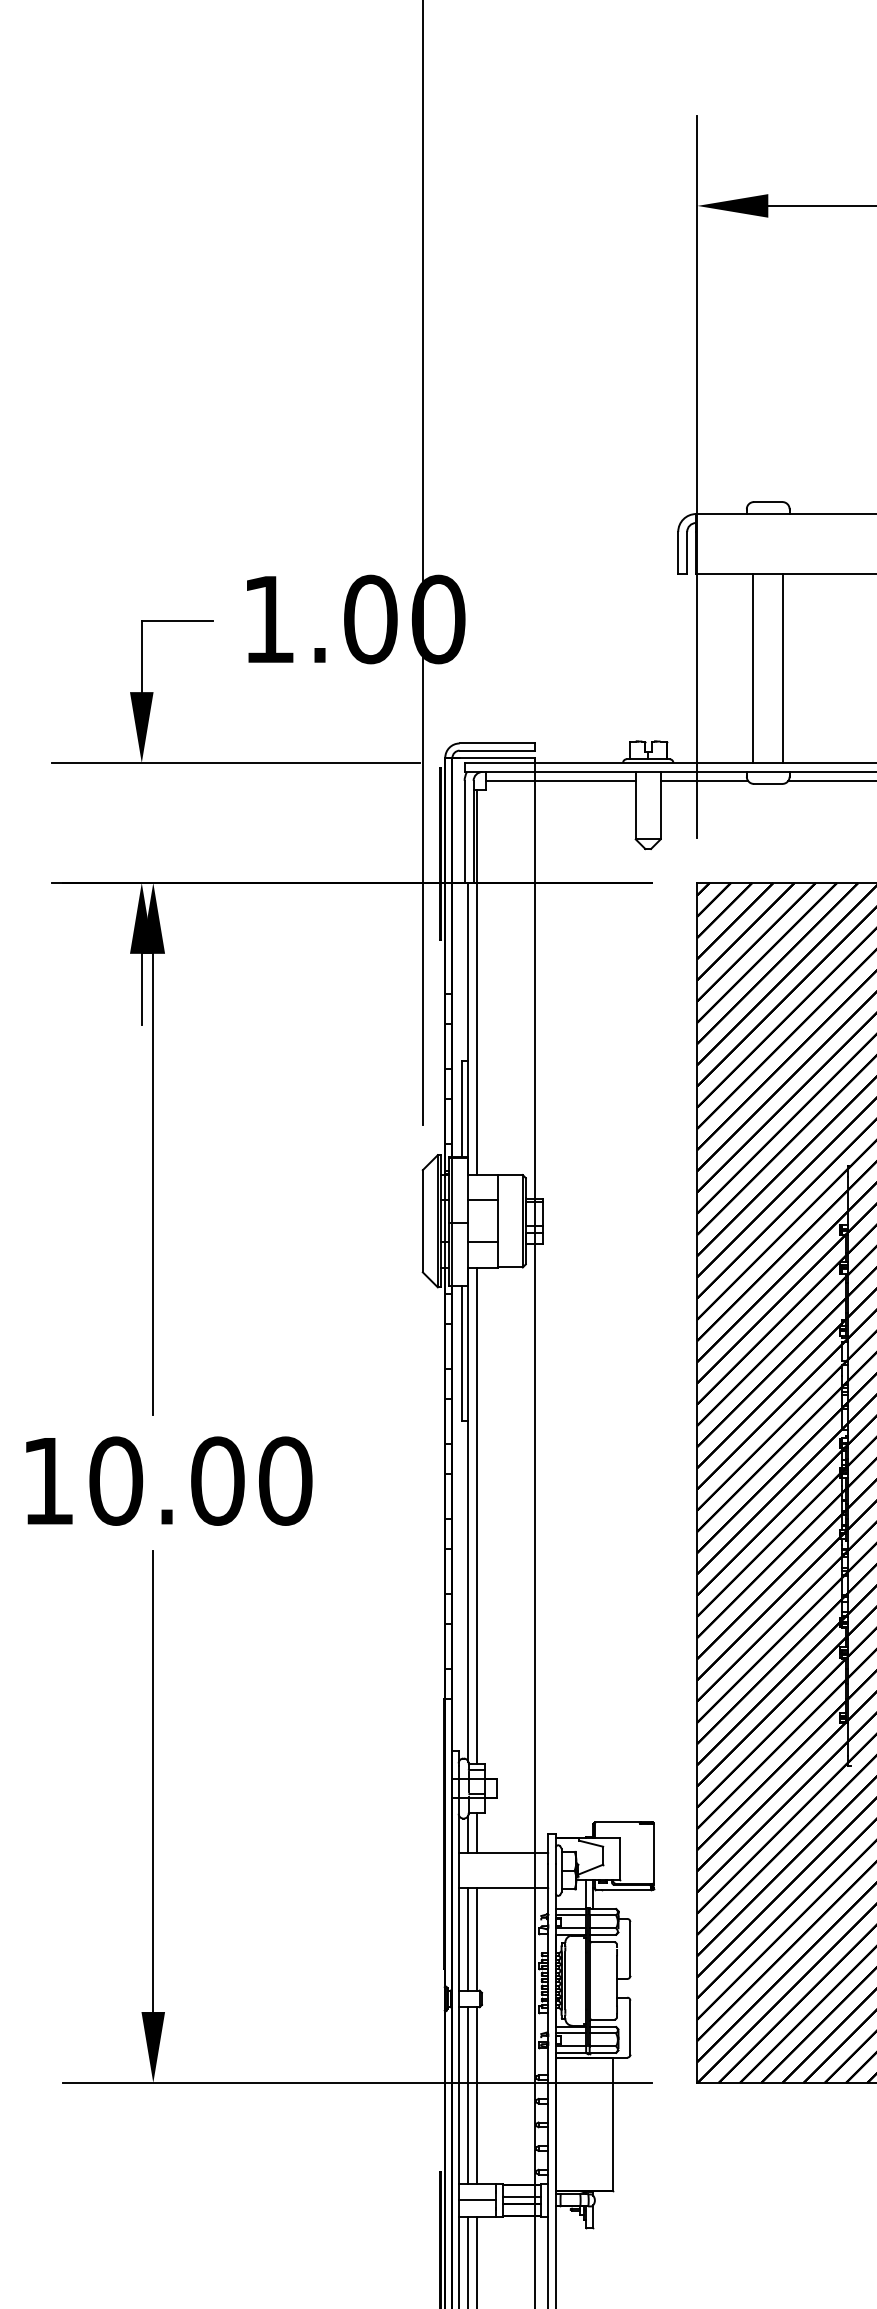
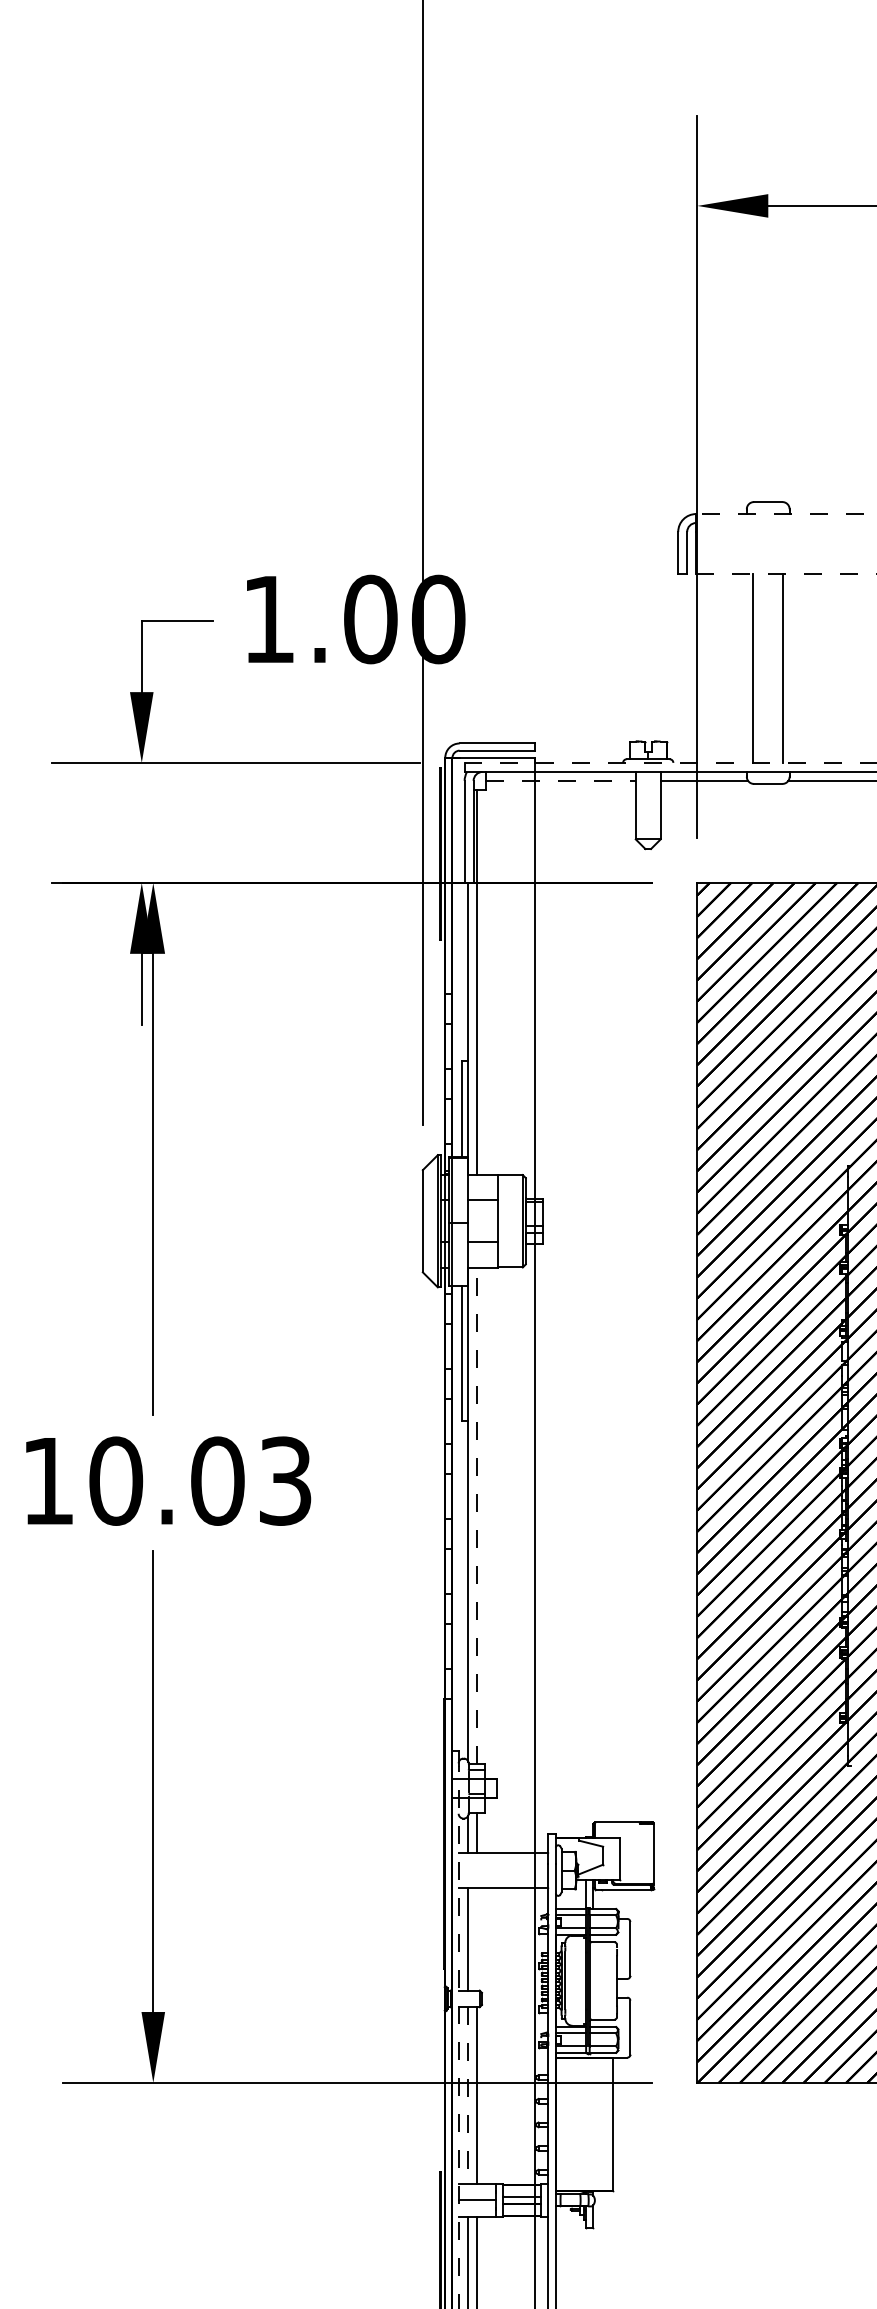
line at (786, 514): solid -> dashed
line at (787, 574): solid -> dashed
line at (670, 763): solid -> dashed
line at (561, 780): solid -> dashed
text at (285, 1480): 10.00 -> 10.03
line at (477, 1515): solid -> dashed
line at (477, 1938): present -> none
line at (458, 2037): solid -> dashed
line at (468, 2095): solid -> dashed
